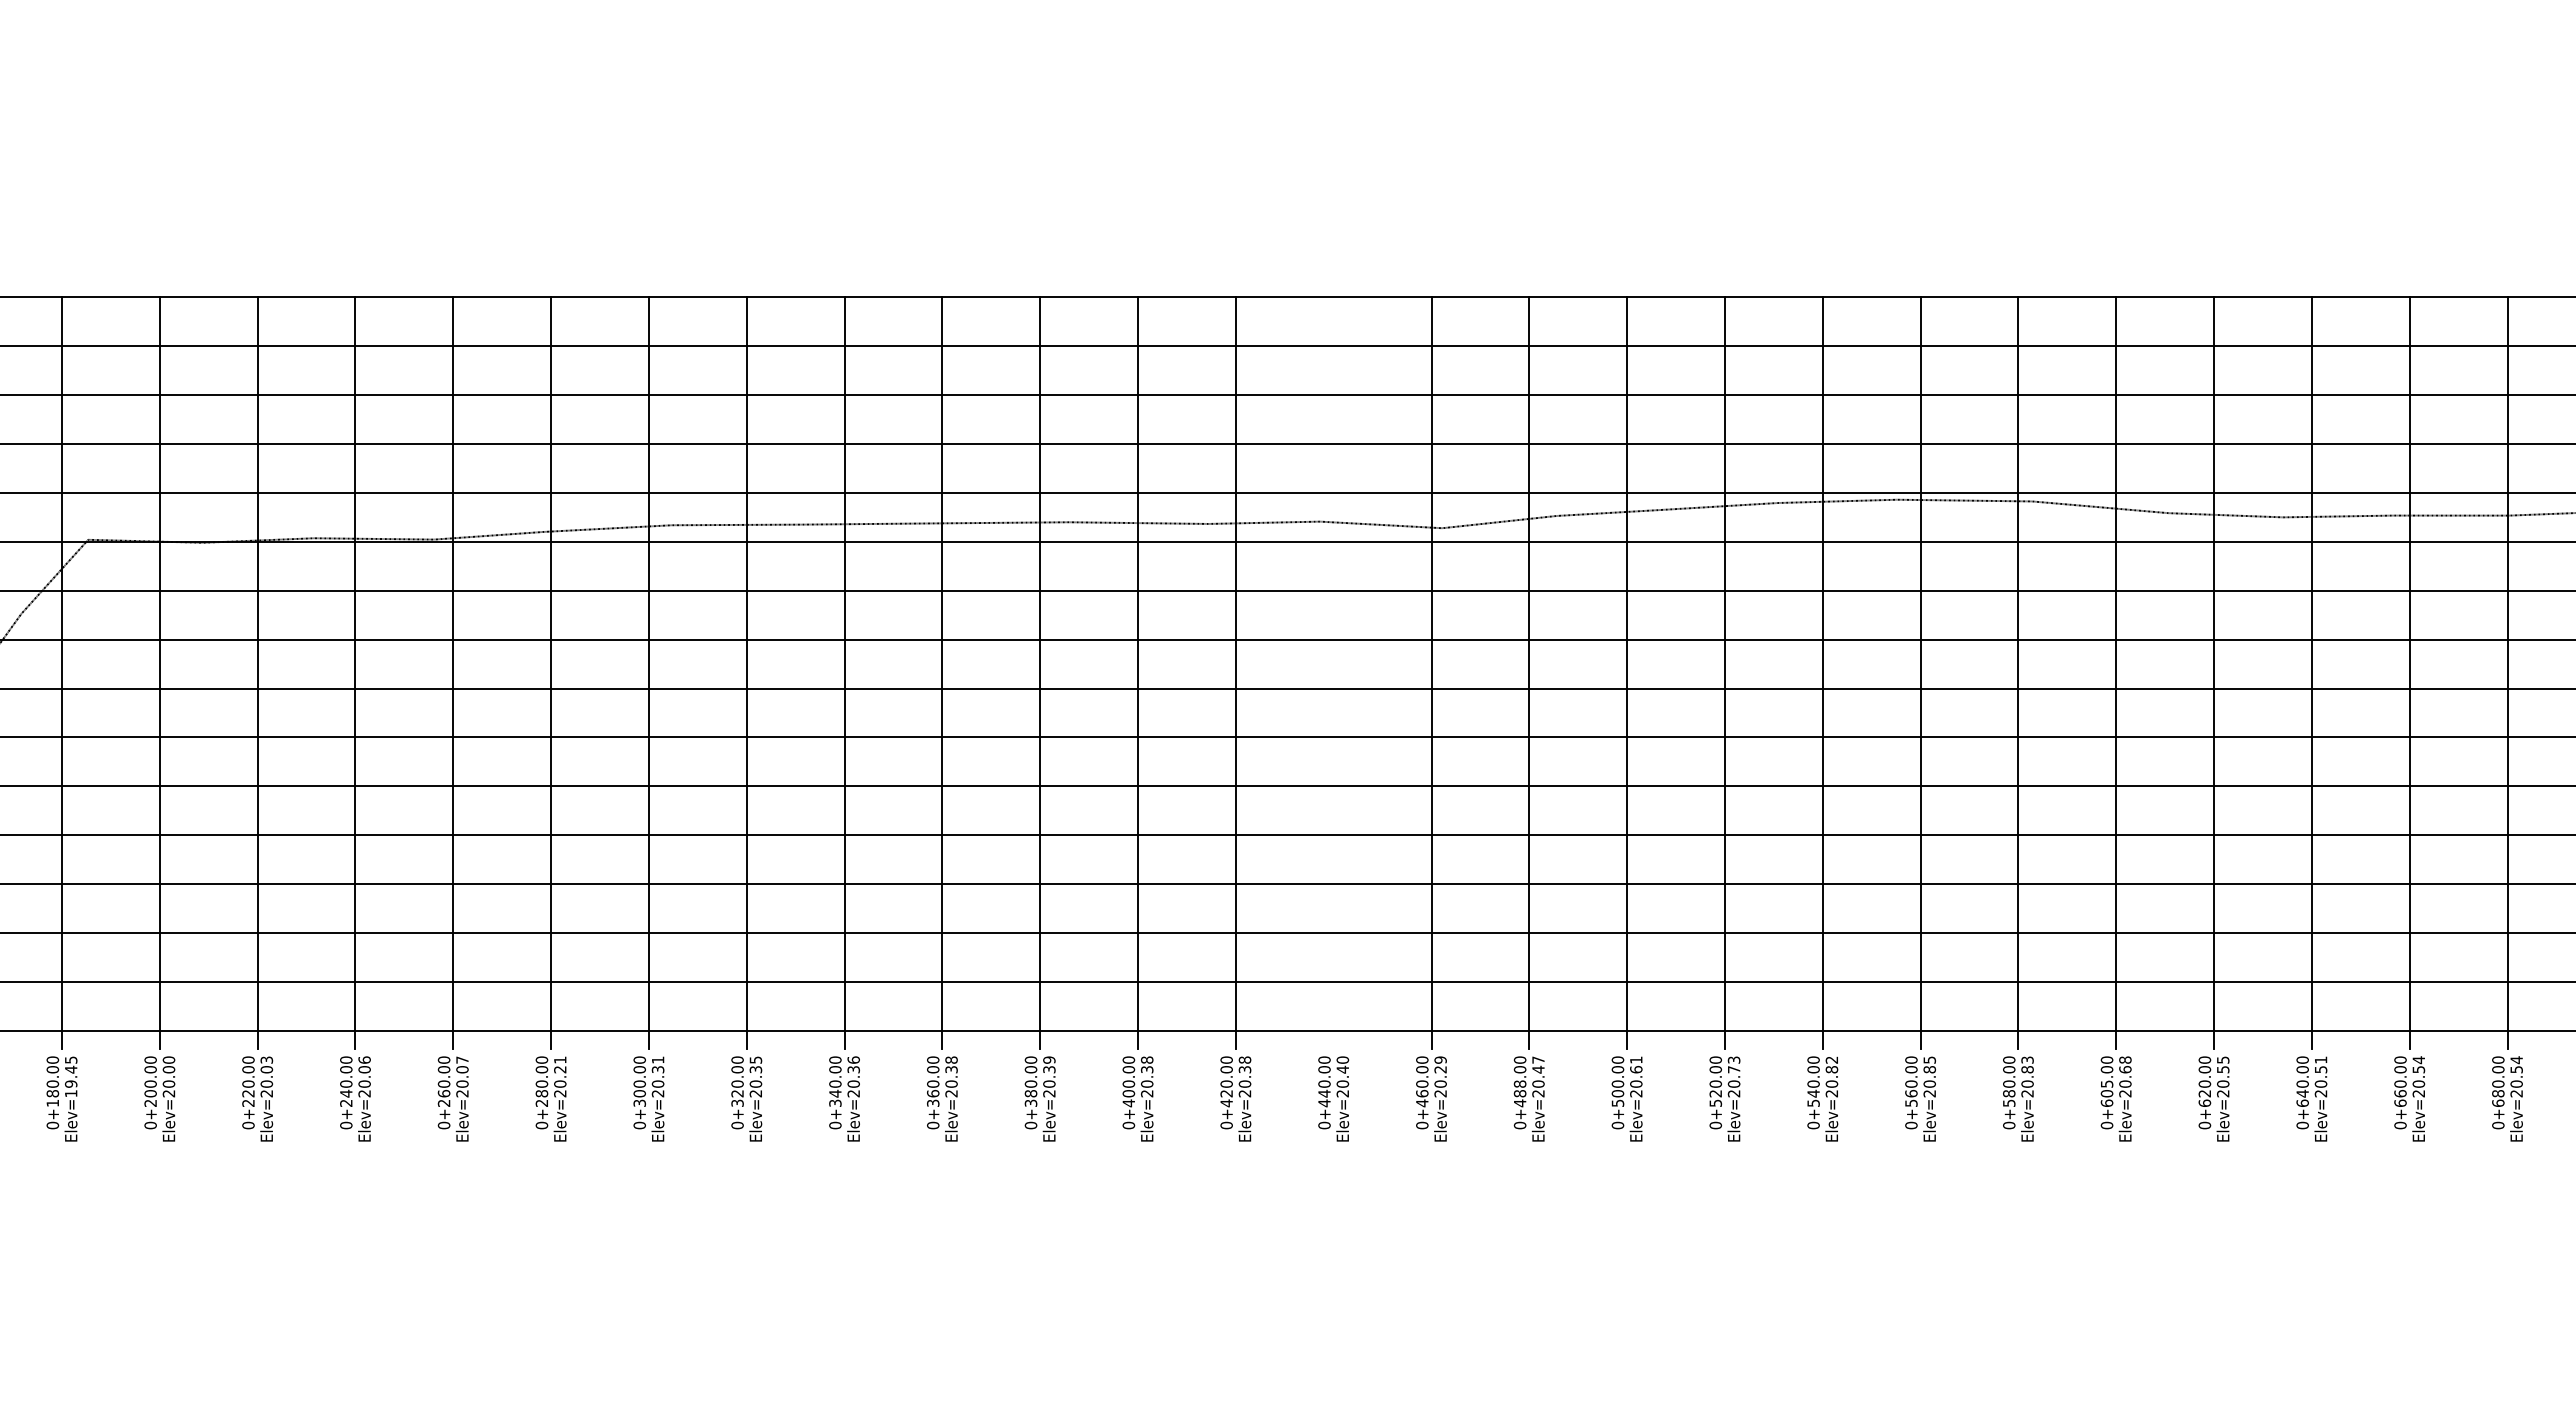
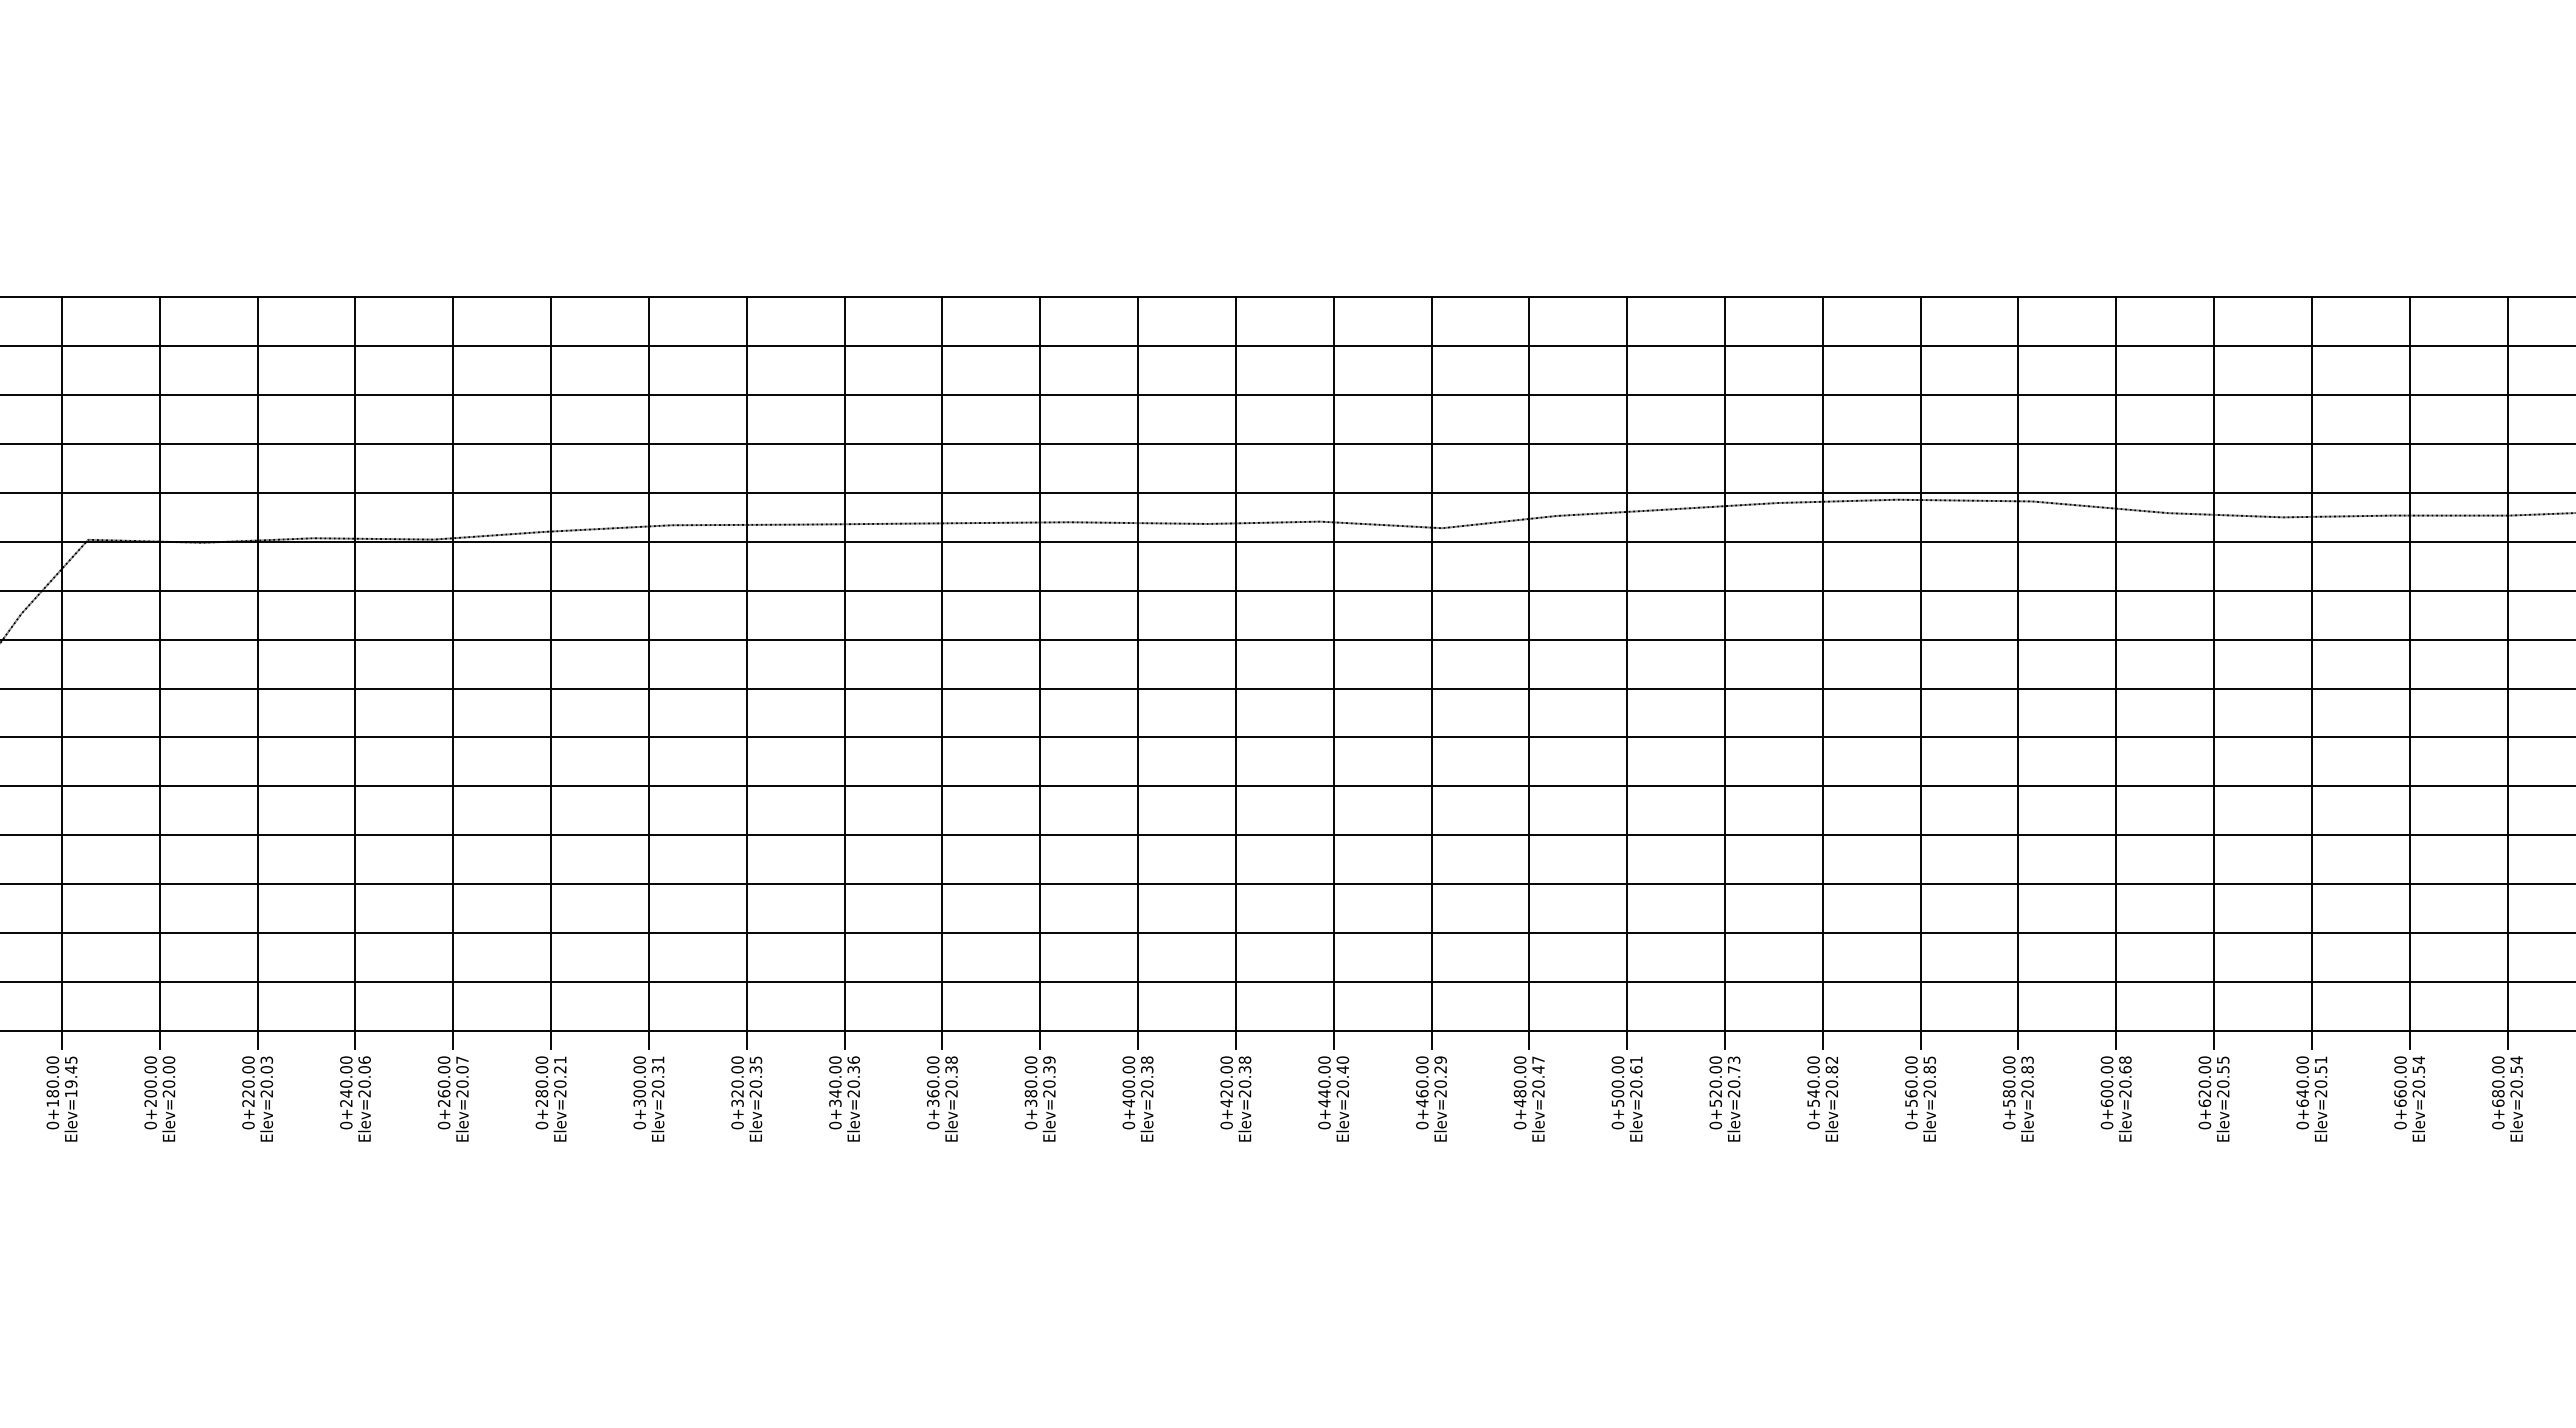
line at (1333, 673): none -> present
text at (1520, 1083): 0+488.00 -> 0+480.00
text at (2106, 1083): 0+605.00 -> 0+600.00
